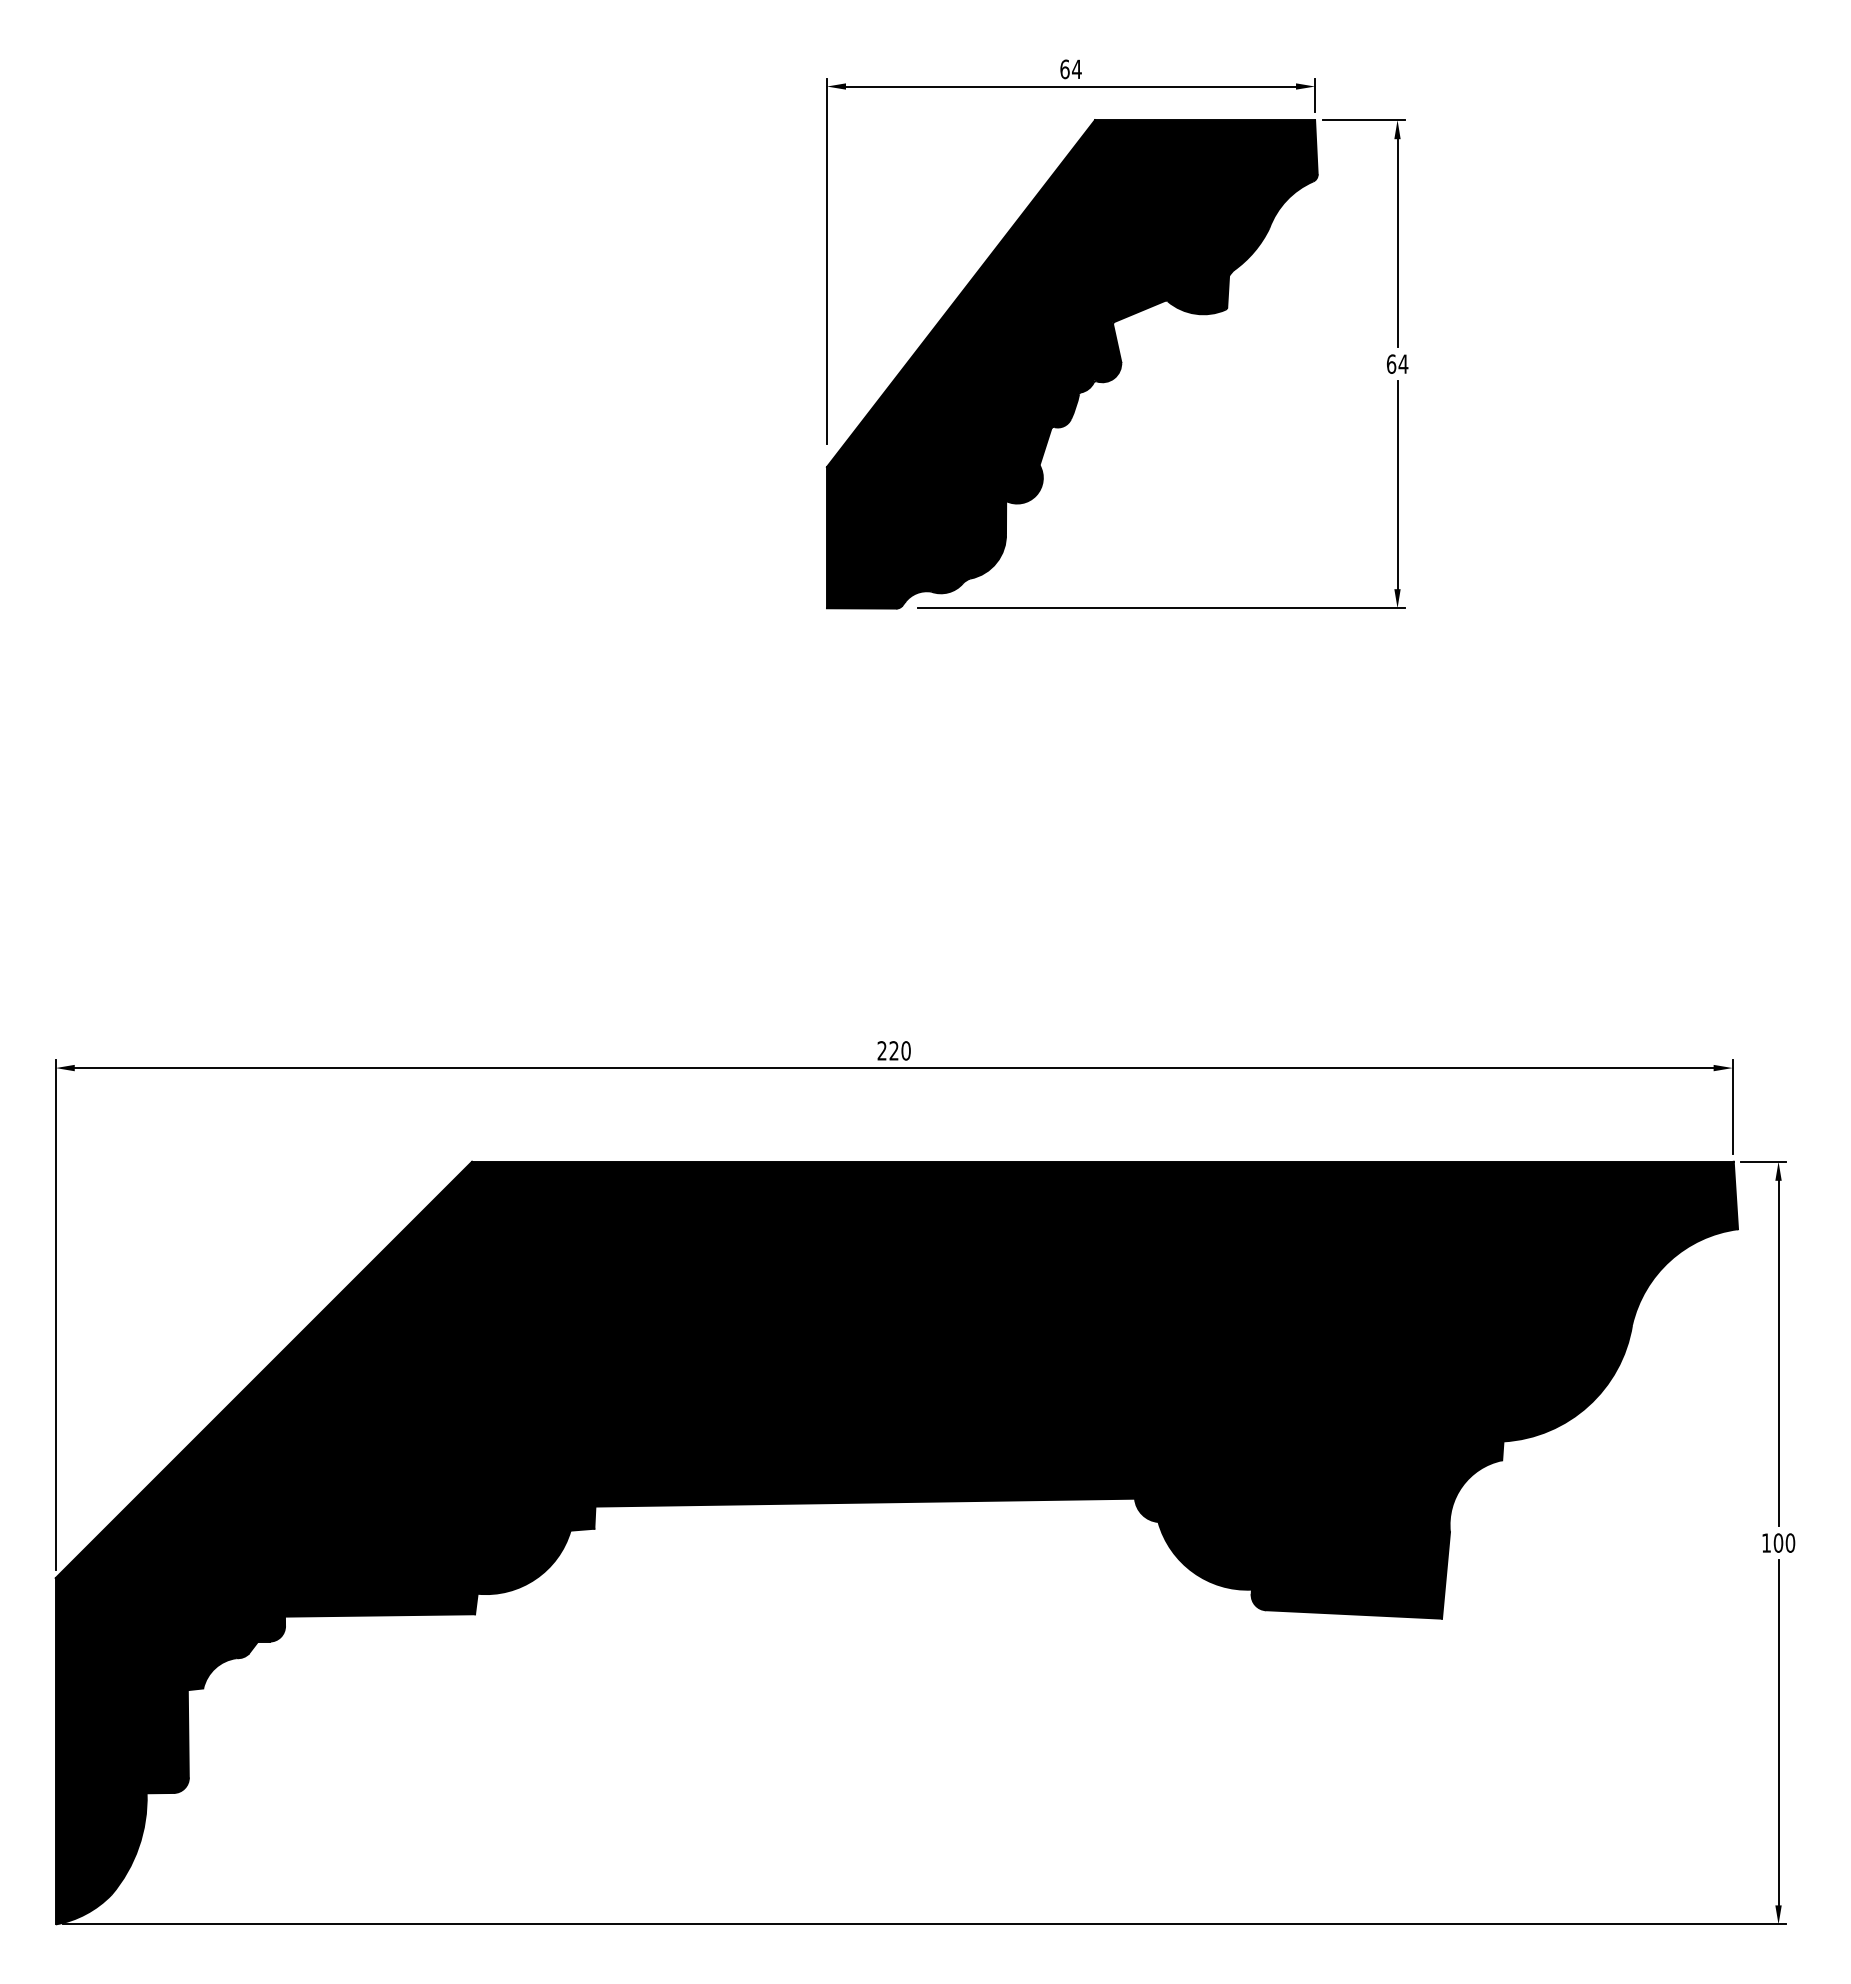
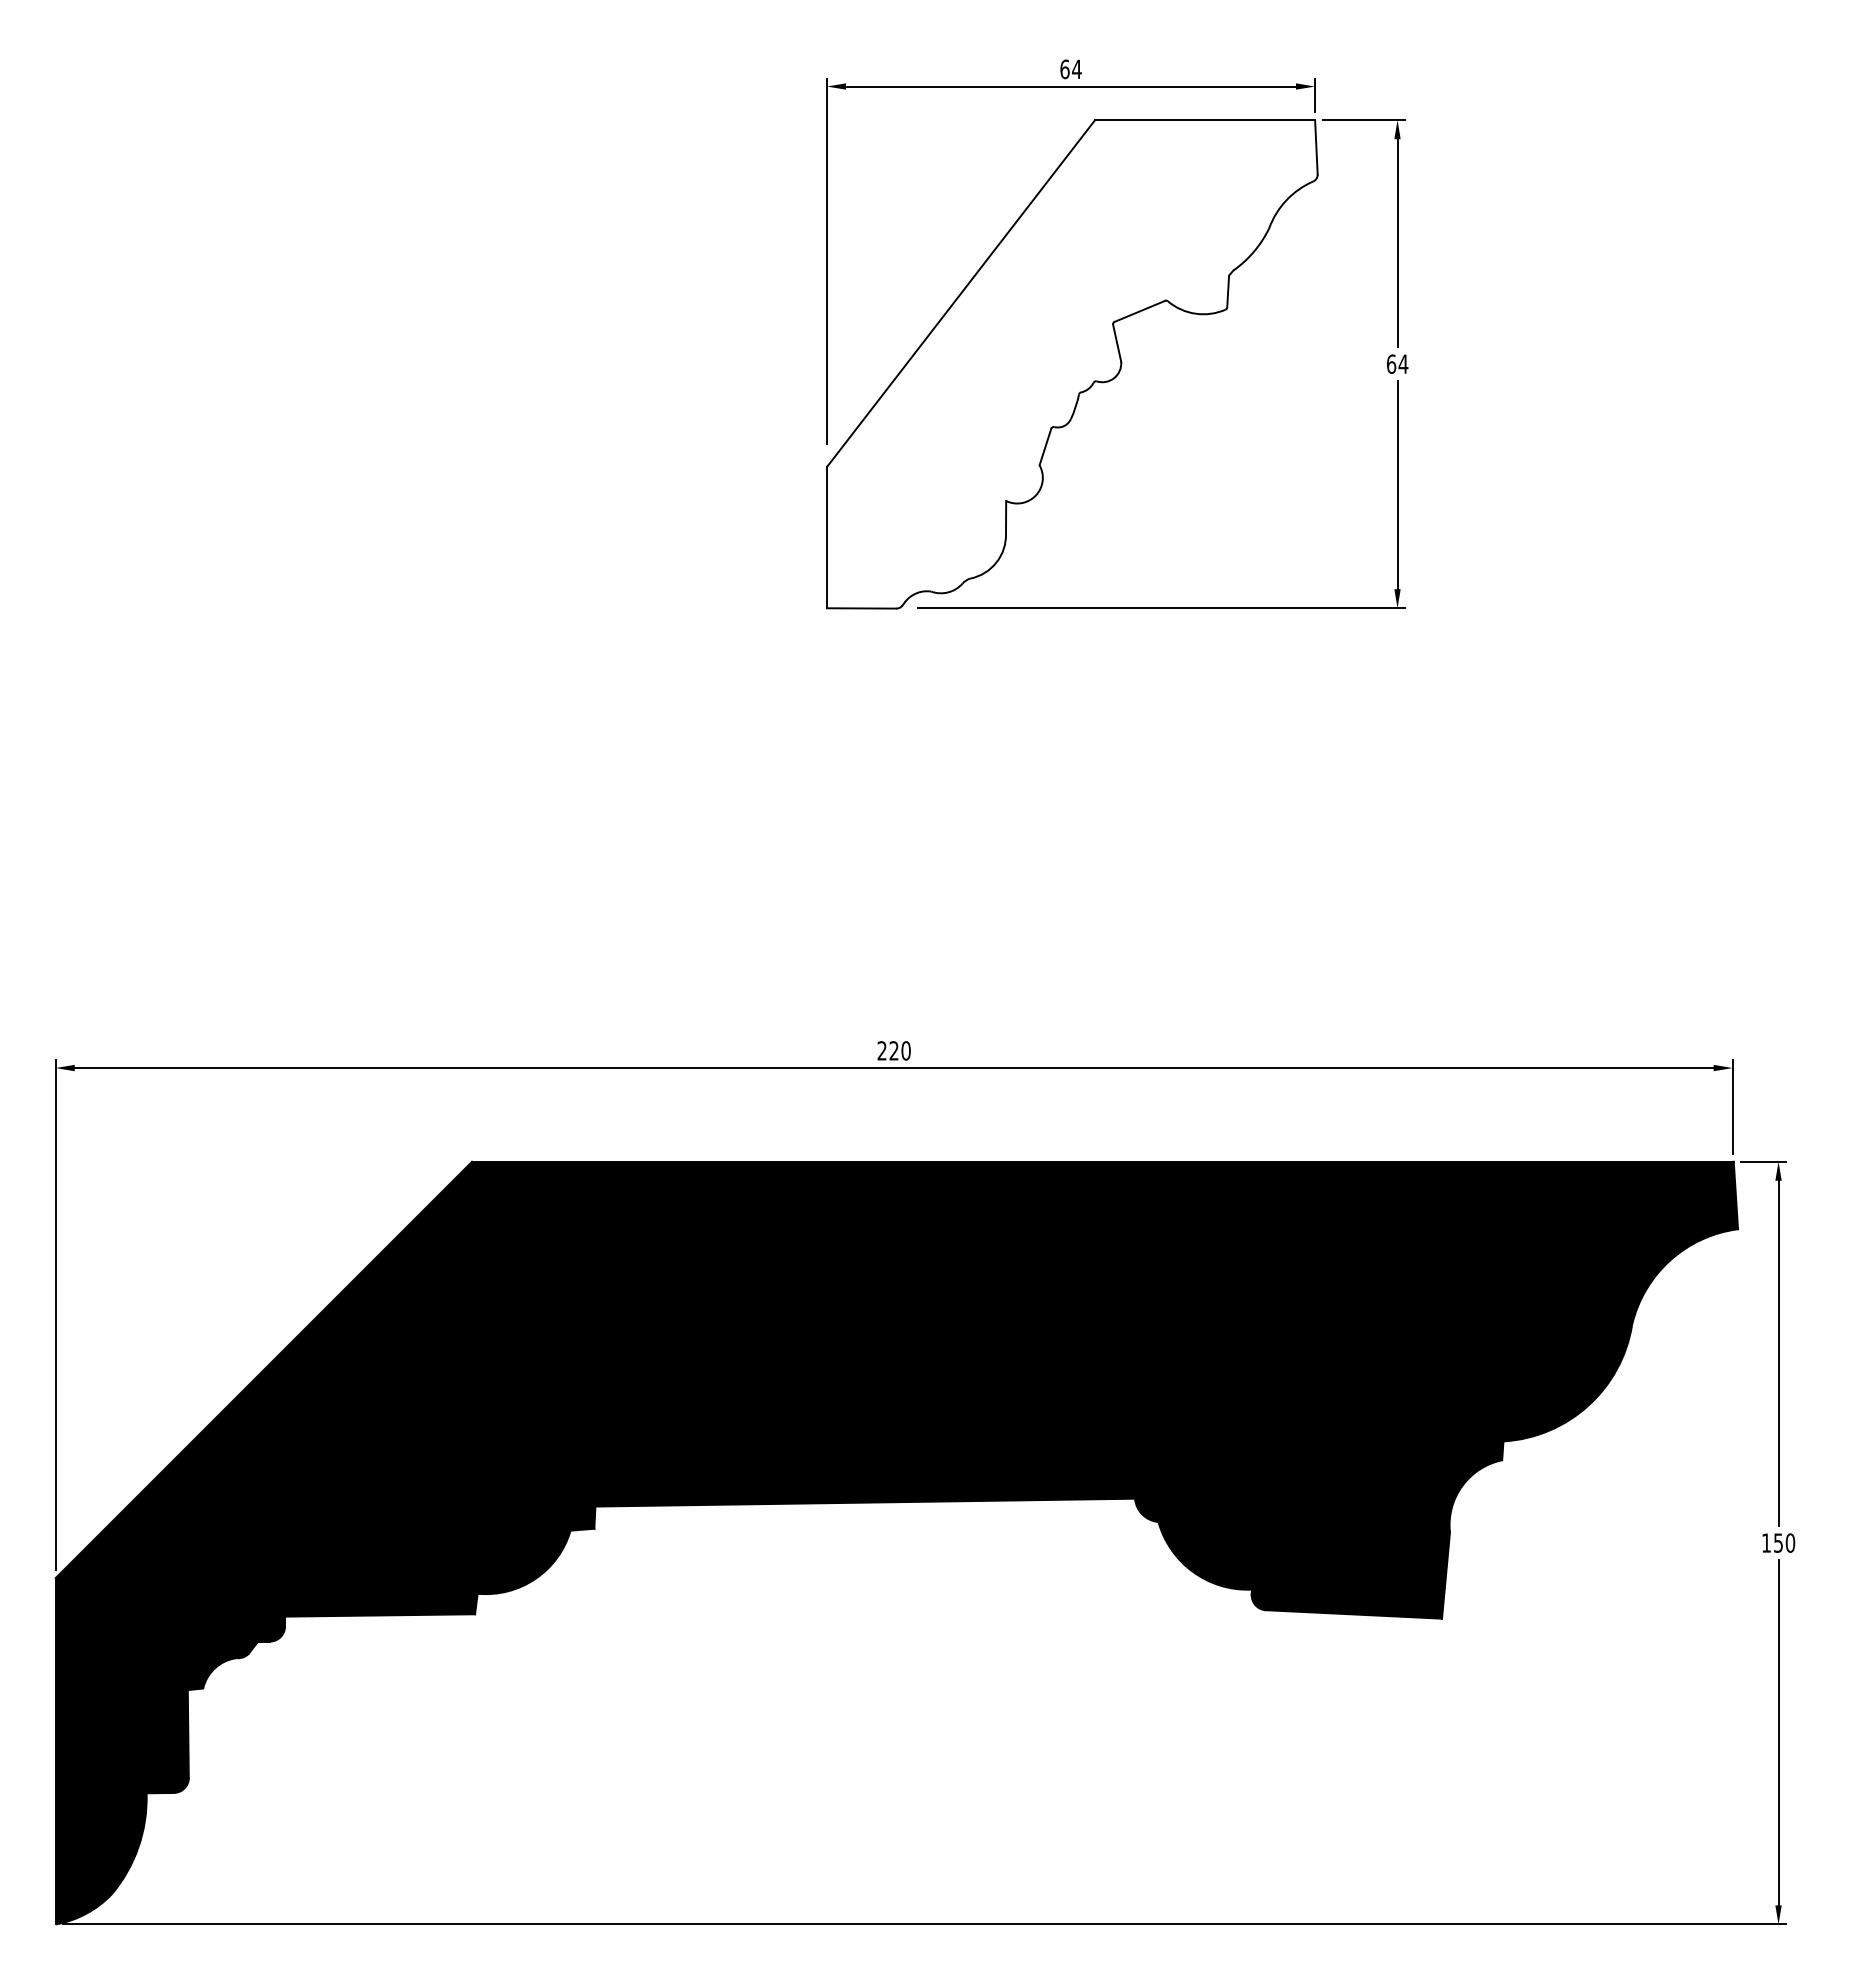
fill at (1071, 364): present -> none
text at (1778, 1542): 100 -> 150
